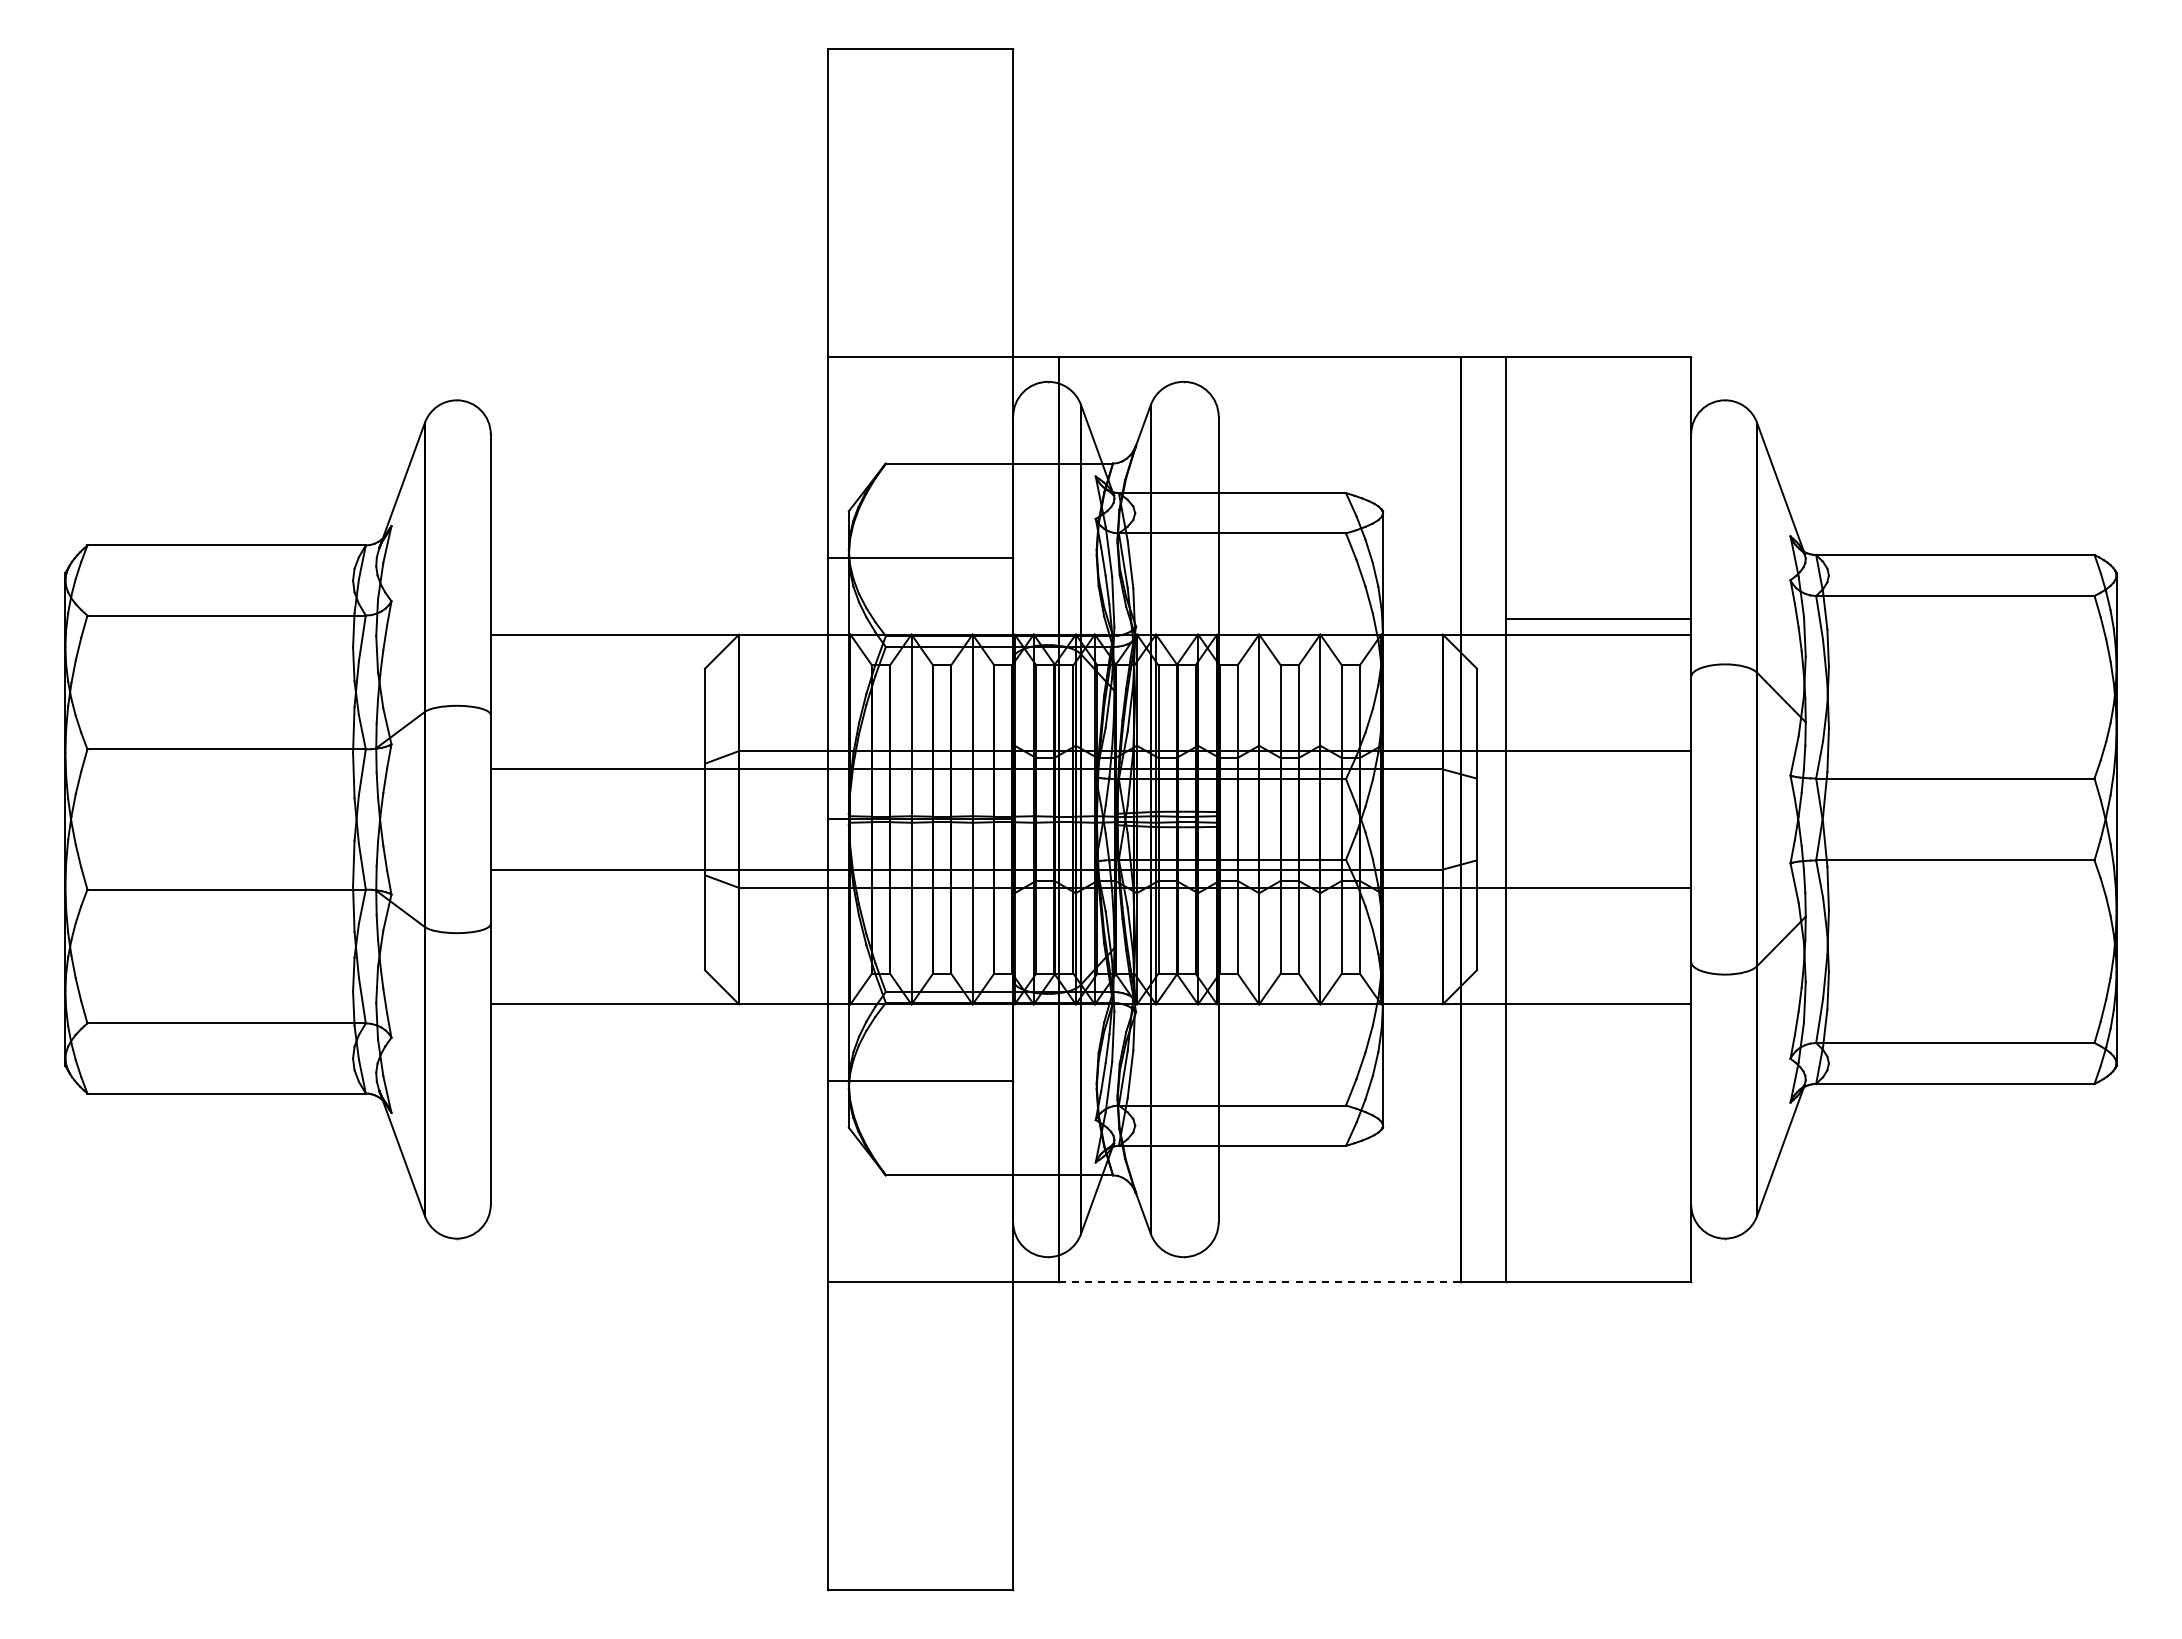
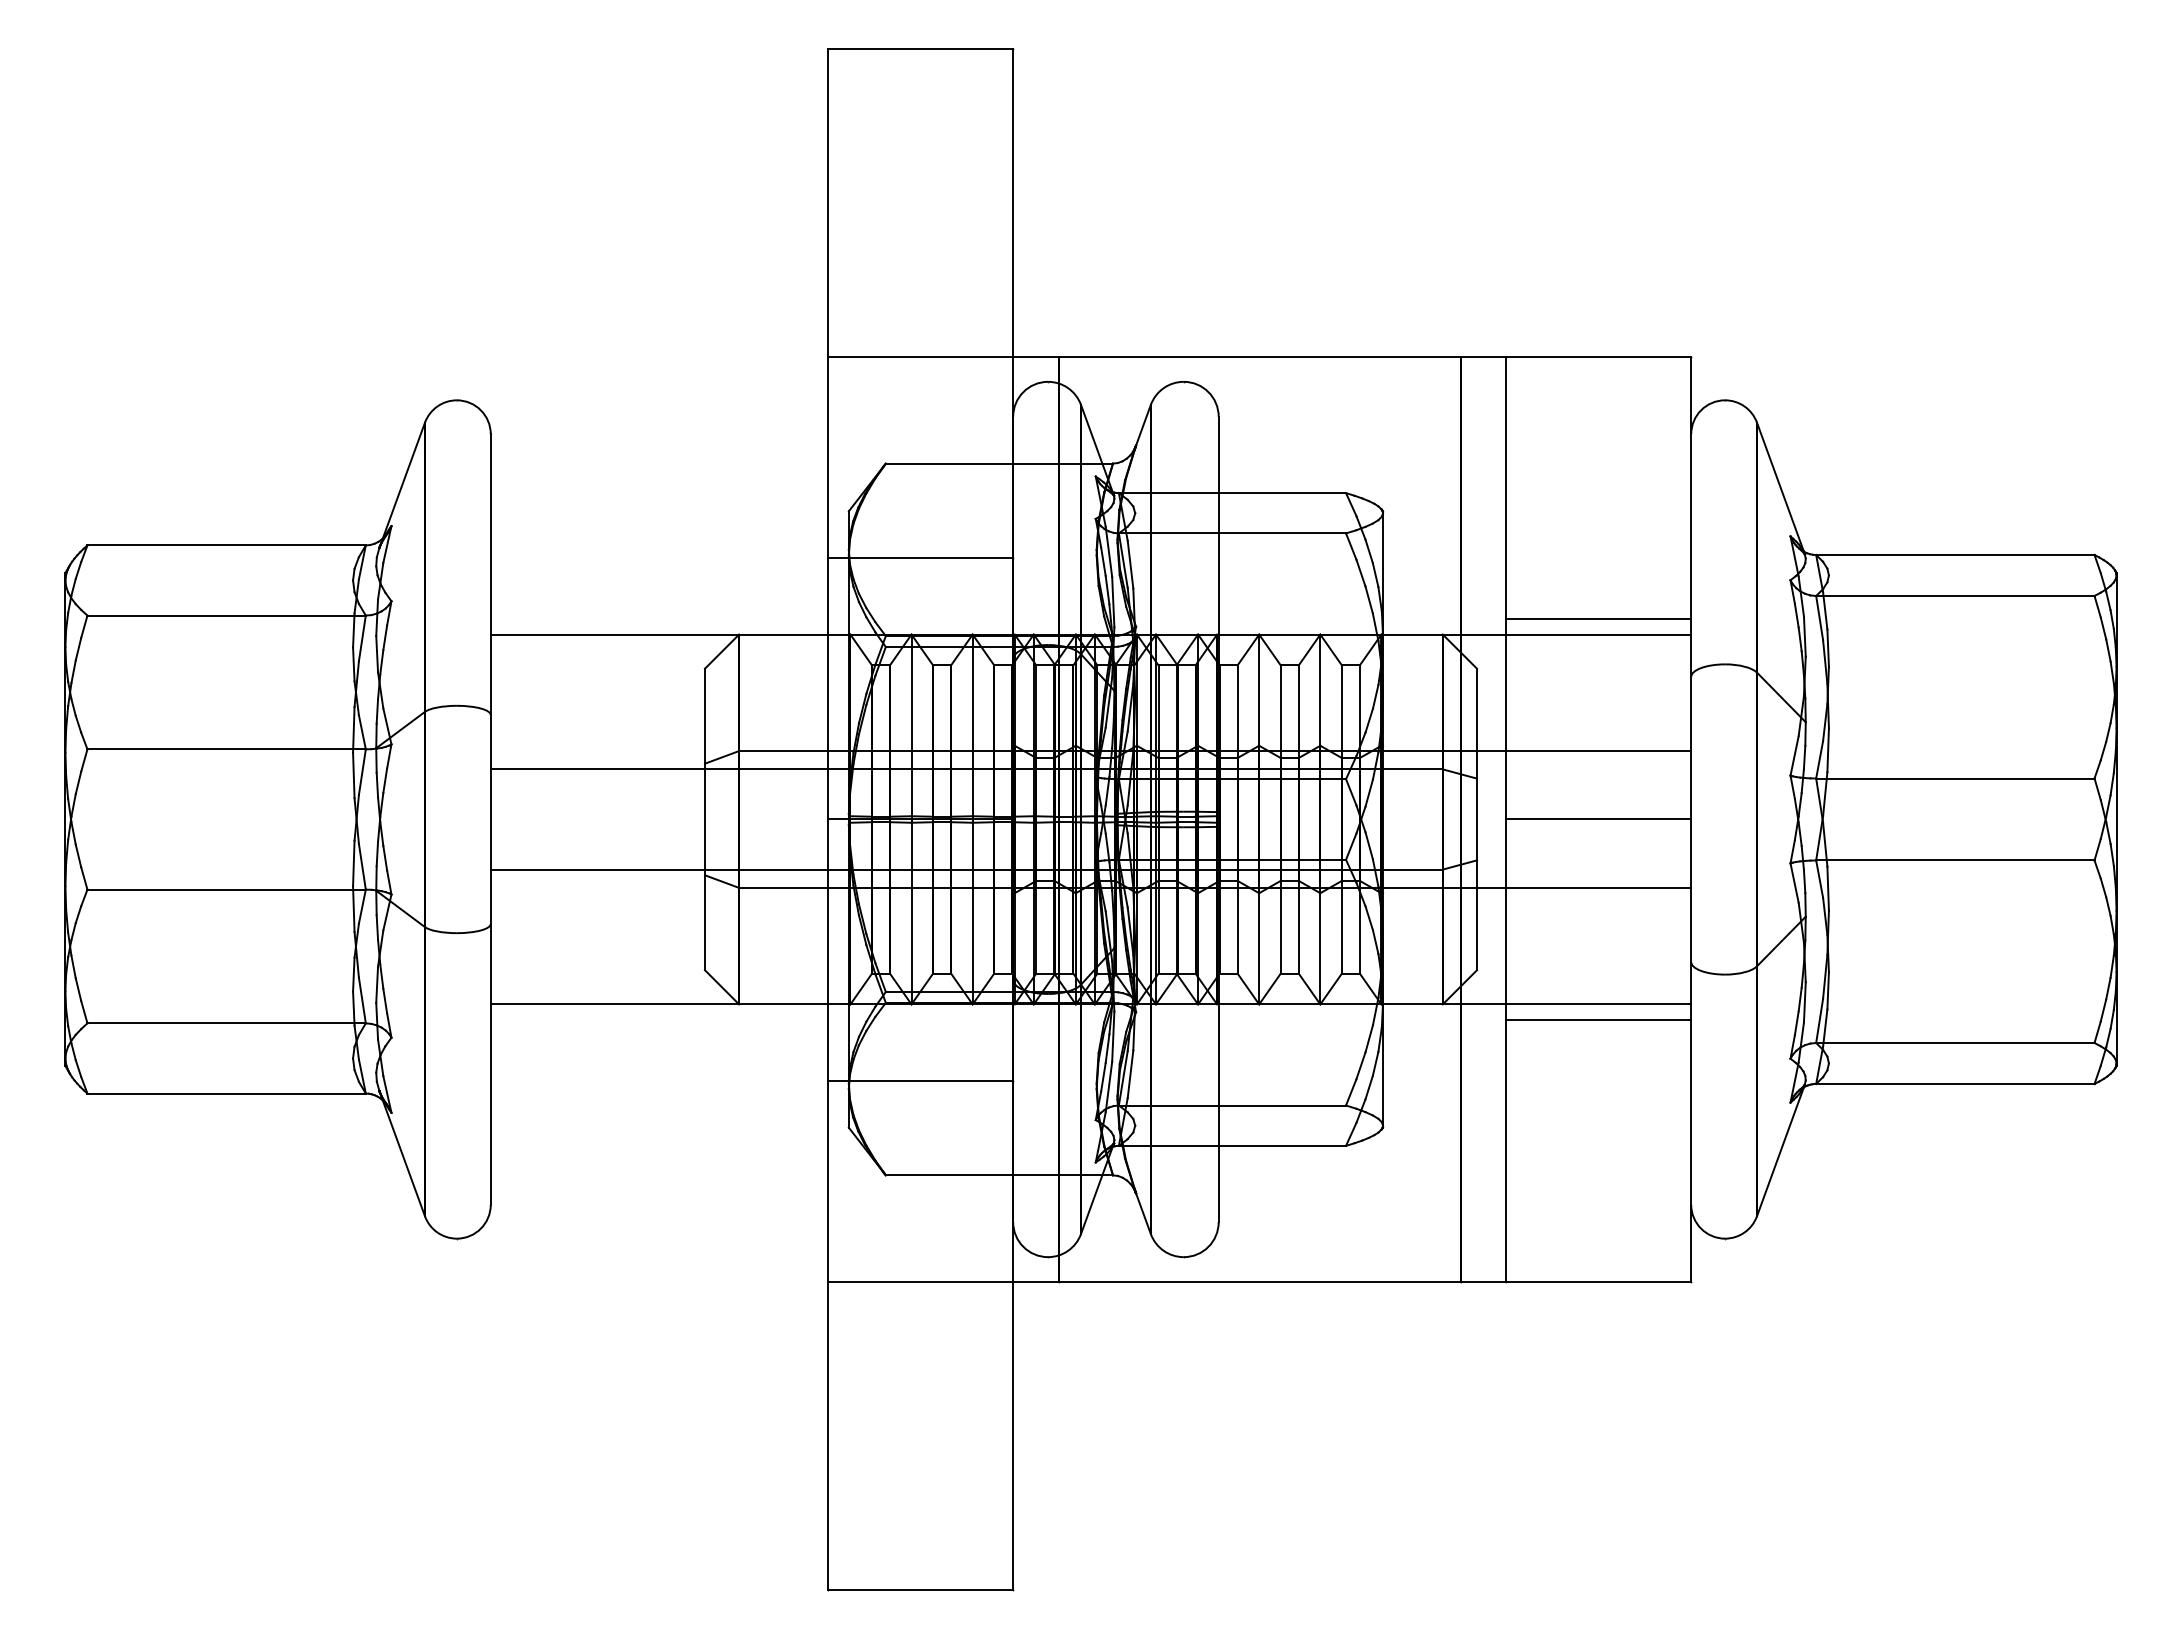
line at (1598, 819): none -> present
line at (1598, 1019): none -> present
line at (1260, 1281): dashed -> solid
